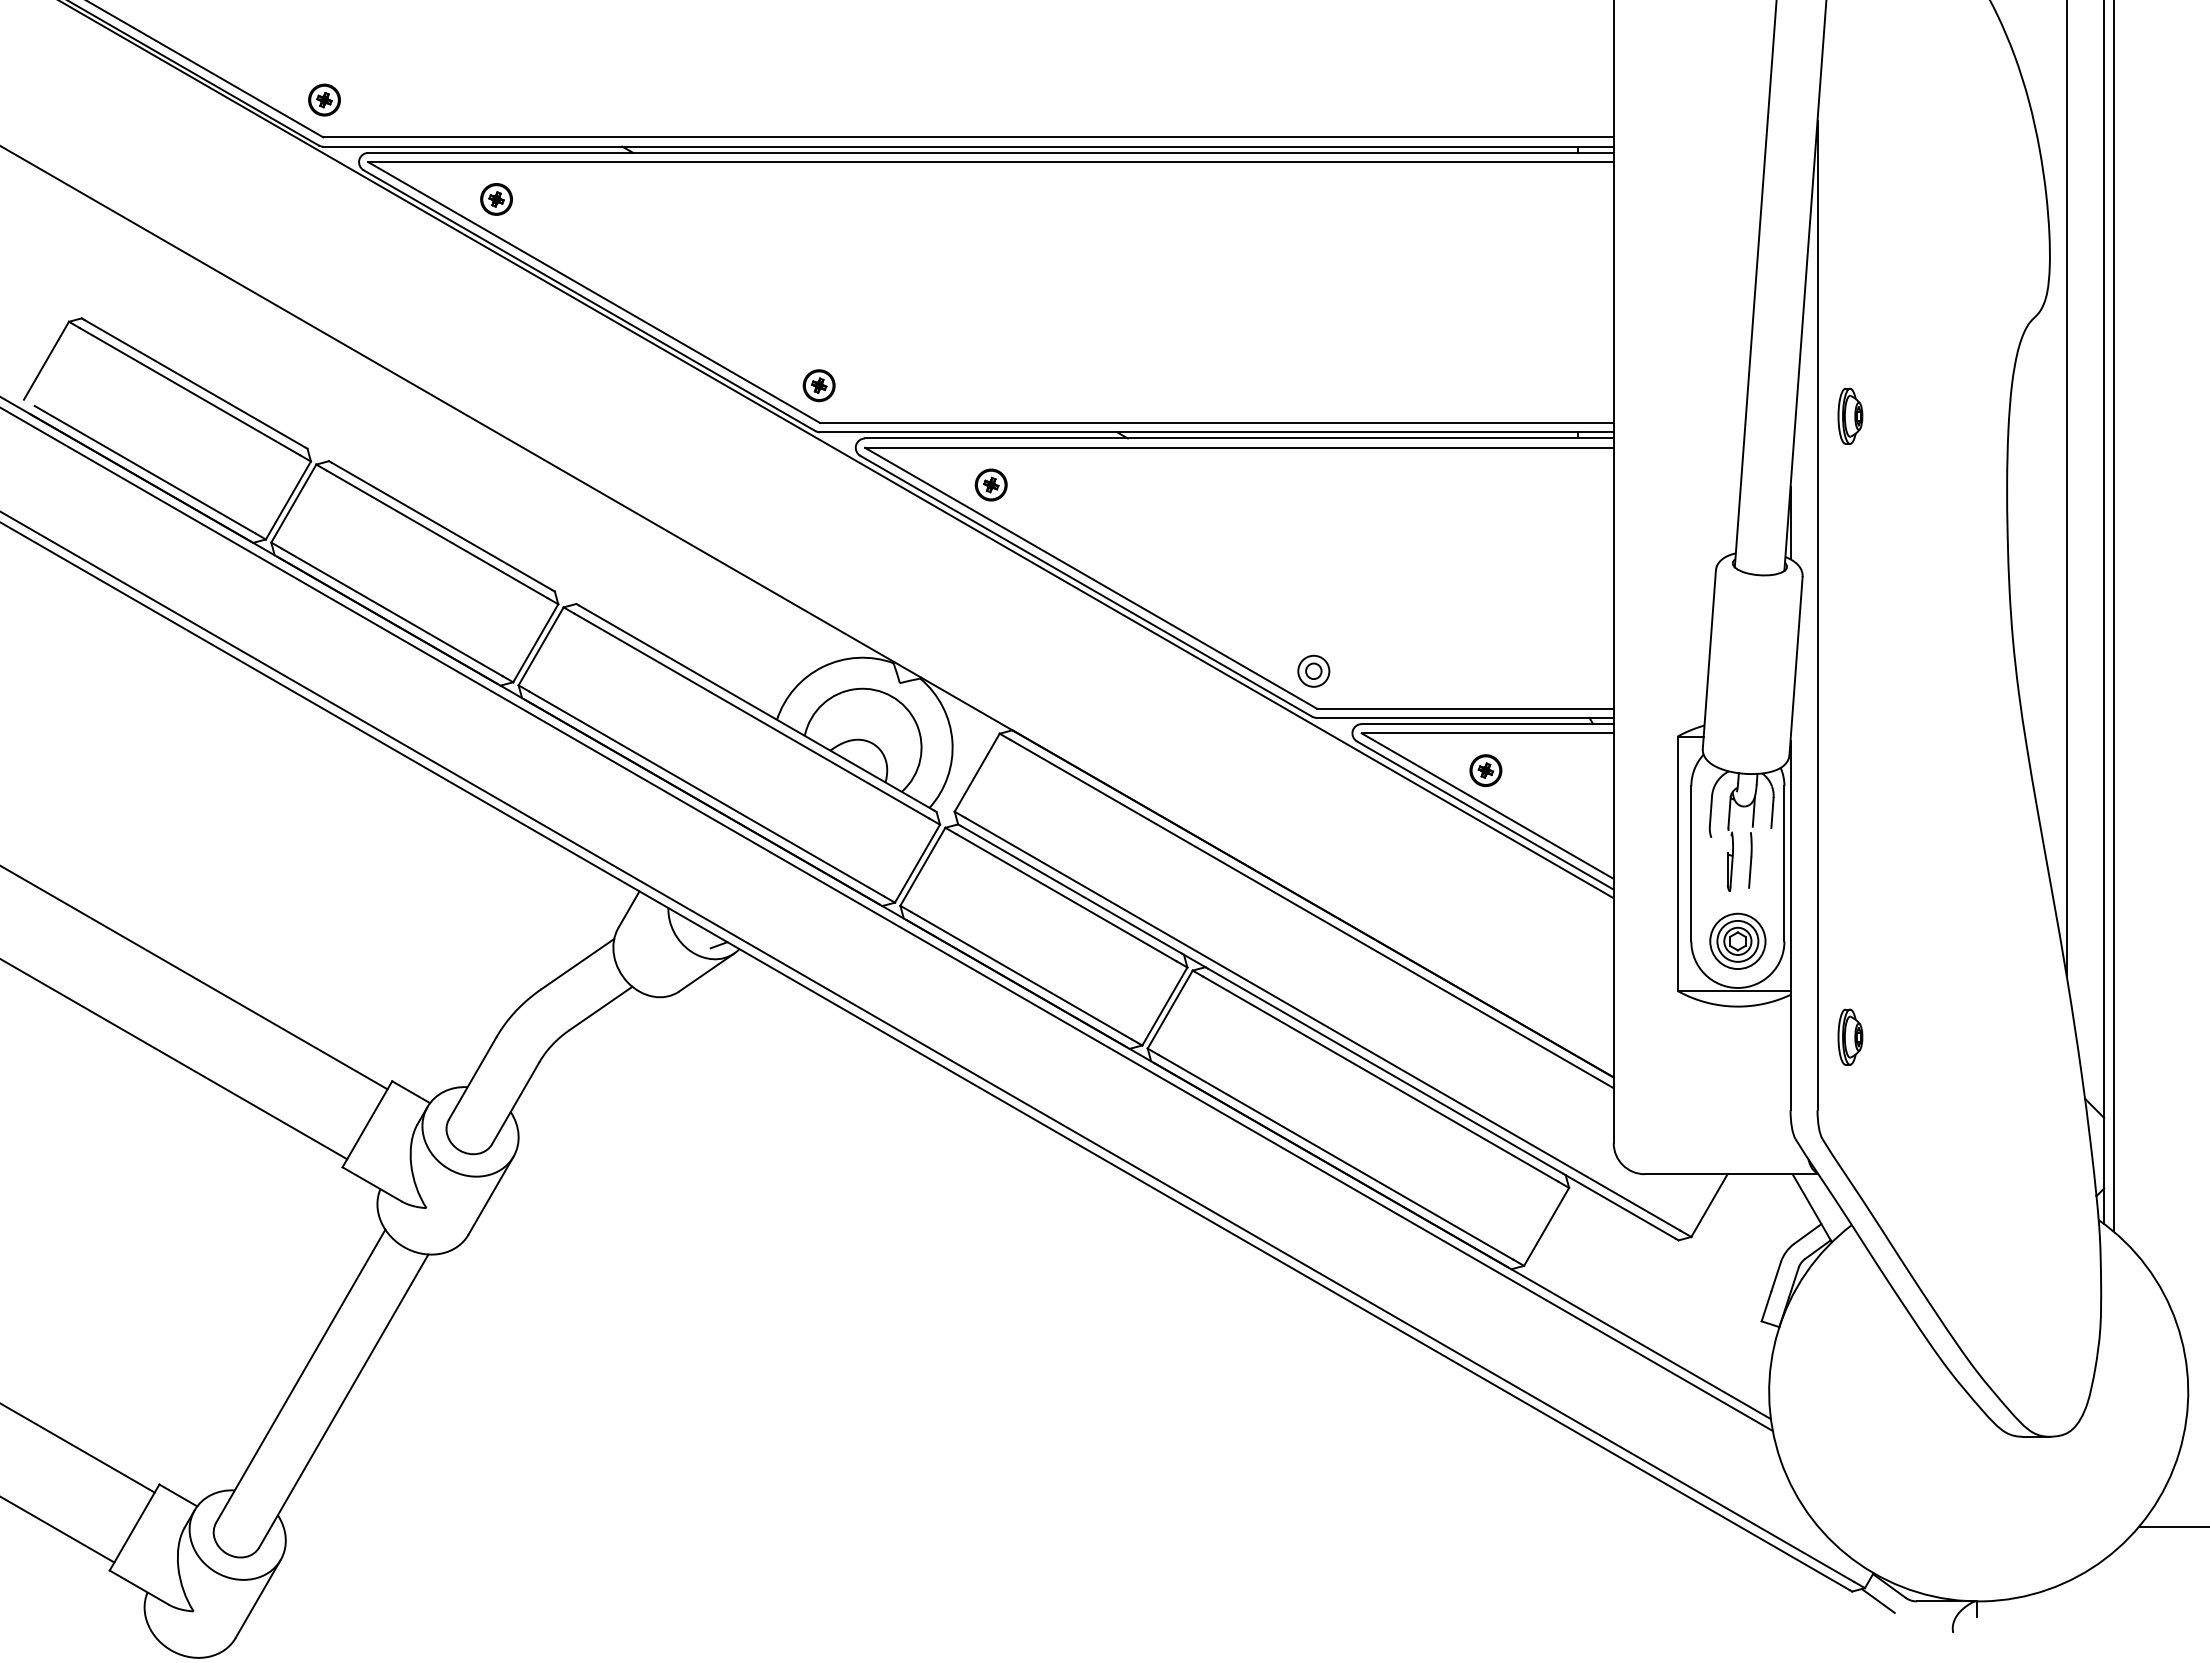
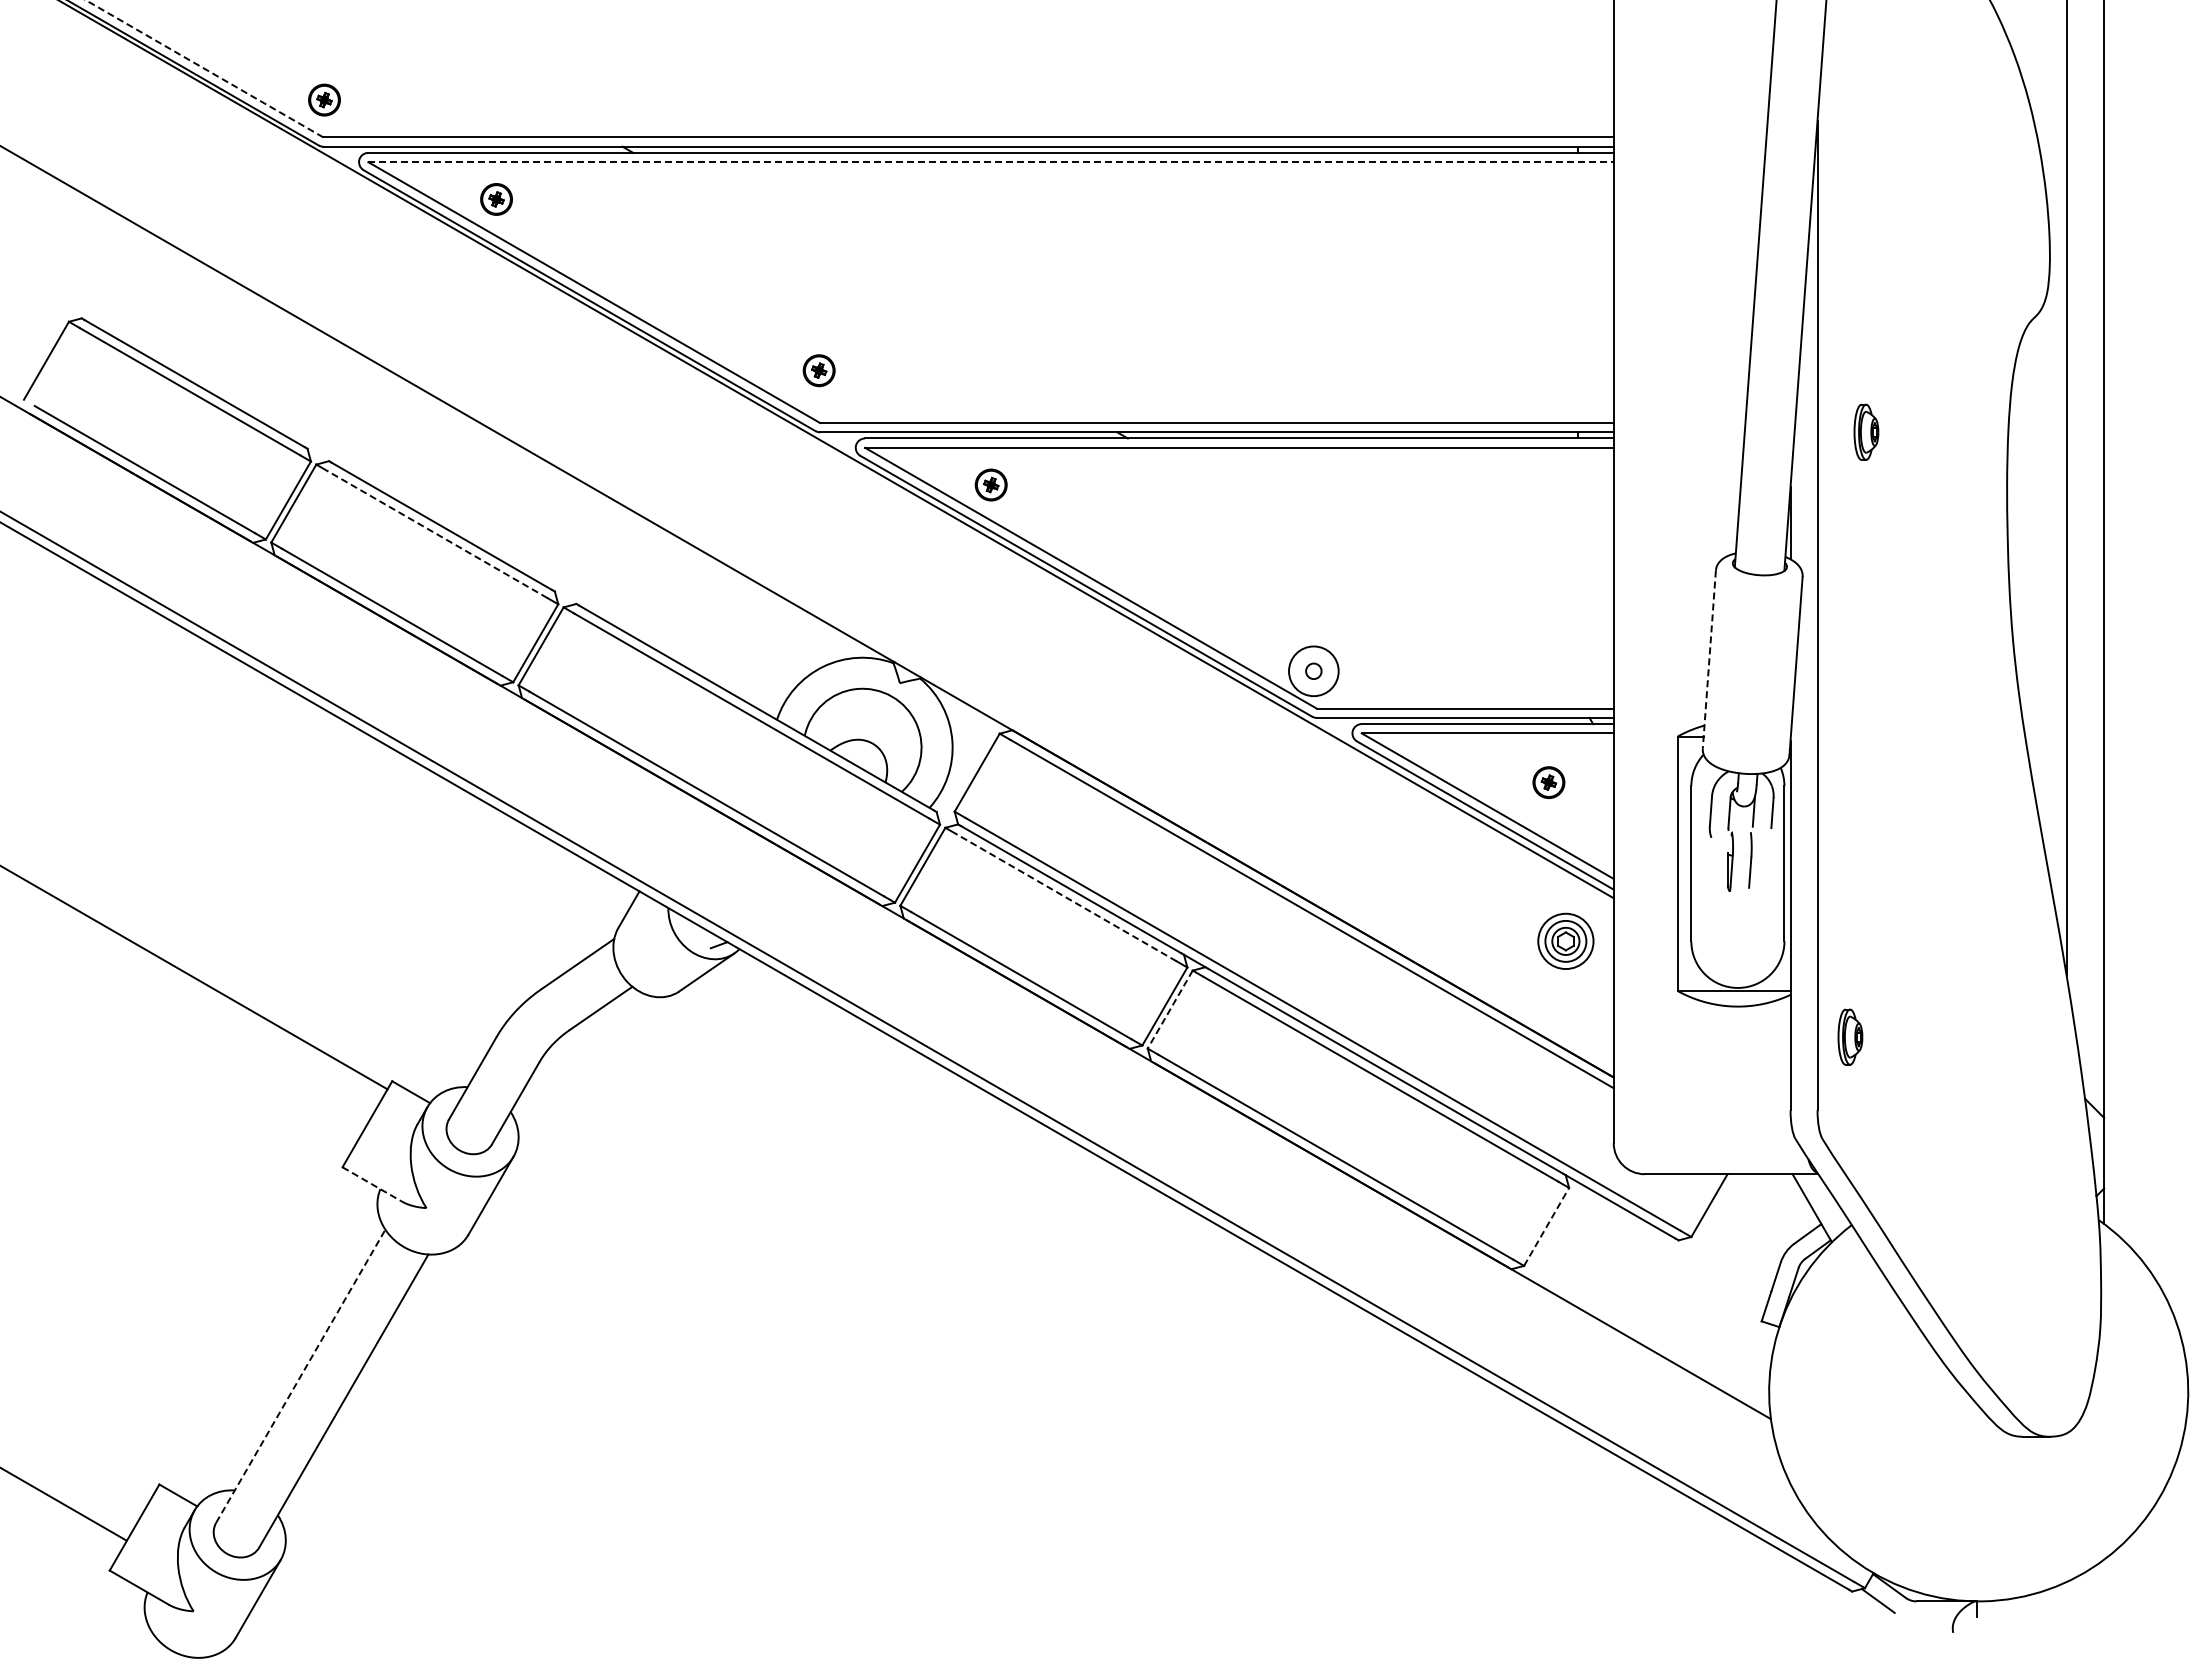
line at (203, 68): solid -> dashed
line at (991, 162): solid -> dashed
part at (818, 385) position: (818, 385) -> (818, 370)
part at (1850, 415) position: (1850, 415) -> (1866, 431)
line at (436, 534): solid -> dashed
line at (2113, 616): present -> none
line at (1709, 660): solid -> dashed
circle at (1313, 670) diameter: 31 px -> 50 px
part at (1485, 770) position: (1485, 770) -> (1548, 782)
line at (1065, 897): solid -> dashed
line at (887, 919): present -> none
part at (1737, 940) position: (1737, 940) -> (1565, 940)
line at (1169, 1010): solid -> dashed
line at (174, 1059): present -> none
line at (372, 1184): solid -> dashed
line at (1546, 1226): solid -> dashed
line at (301, 1375): solid -> dashed
line at (78, 1448): present -> none
line at (2172, 1526): present -> none
line at (58, 1529) position: (58, 1529) -> (64, 1504)
